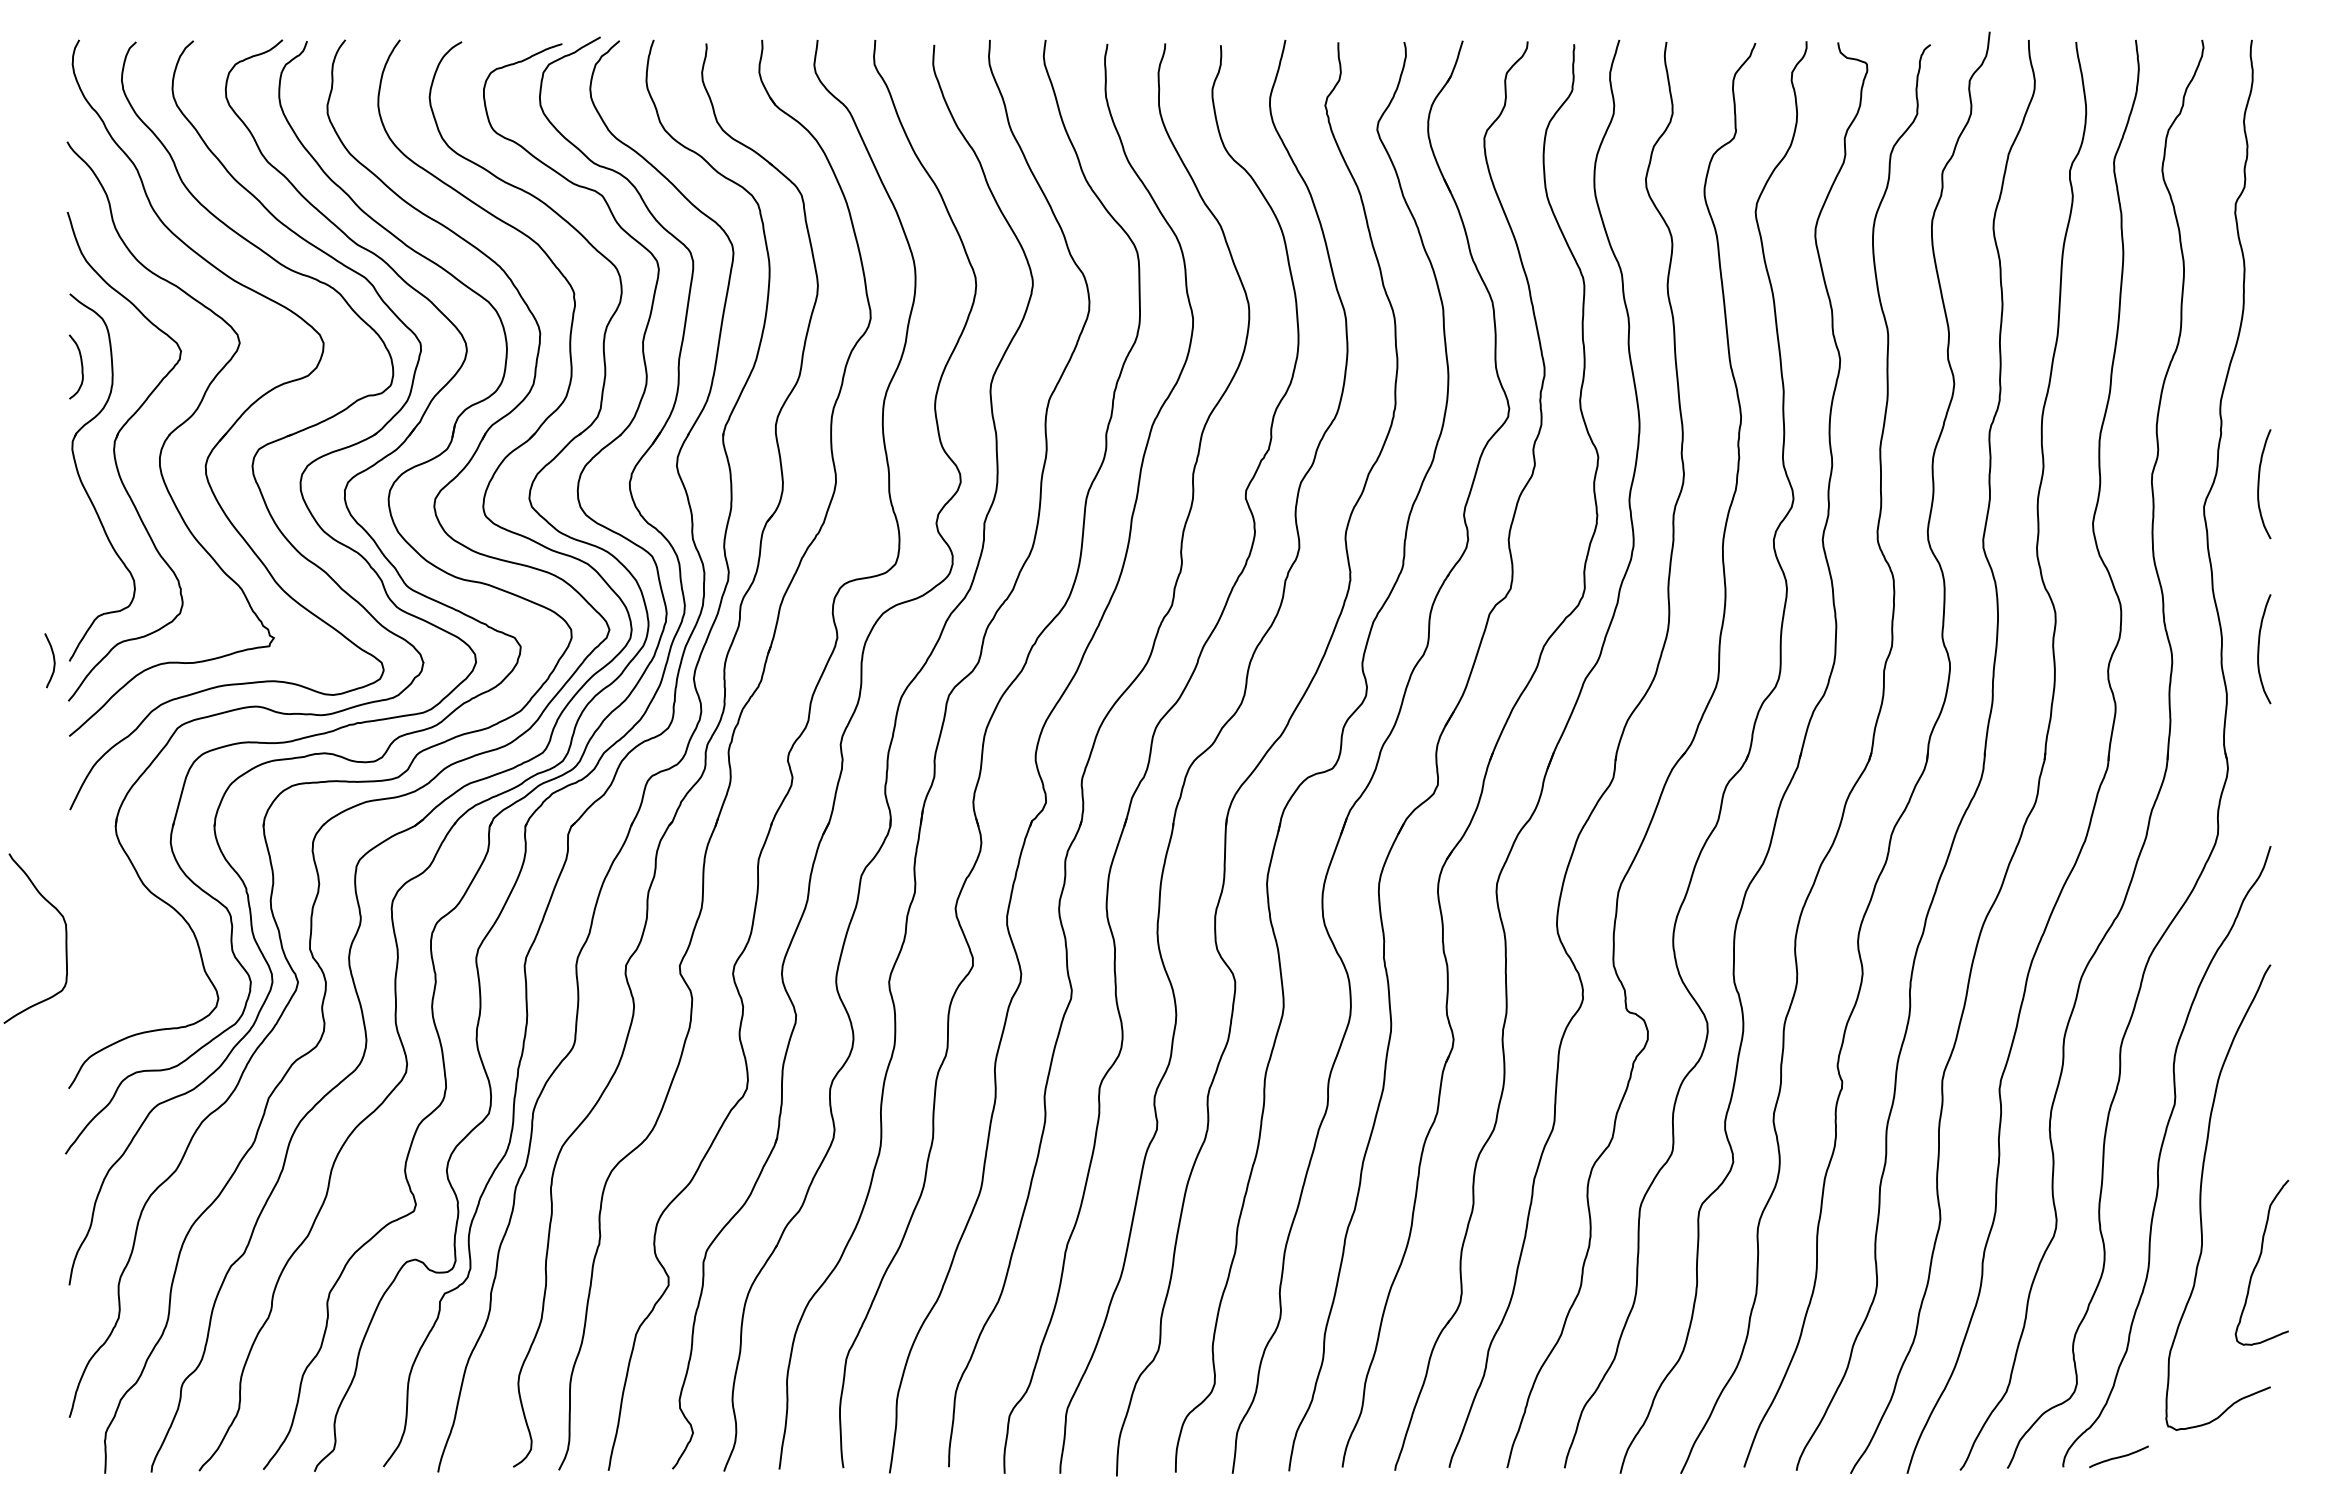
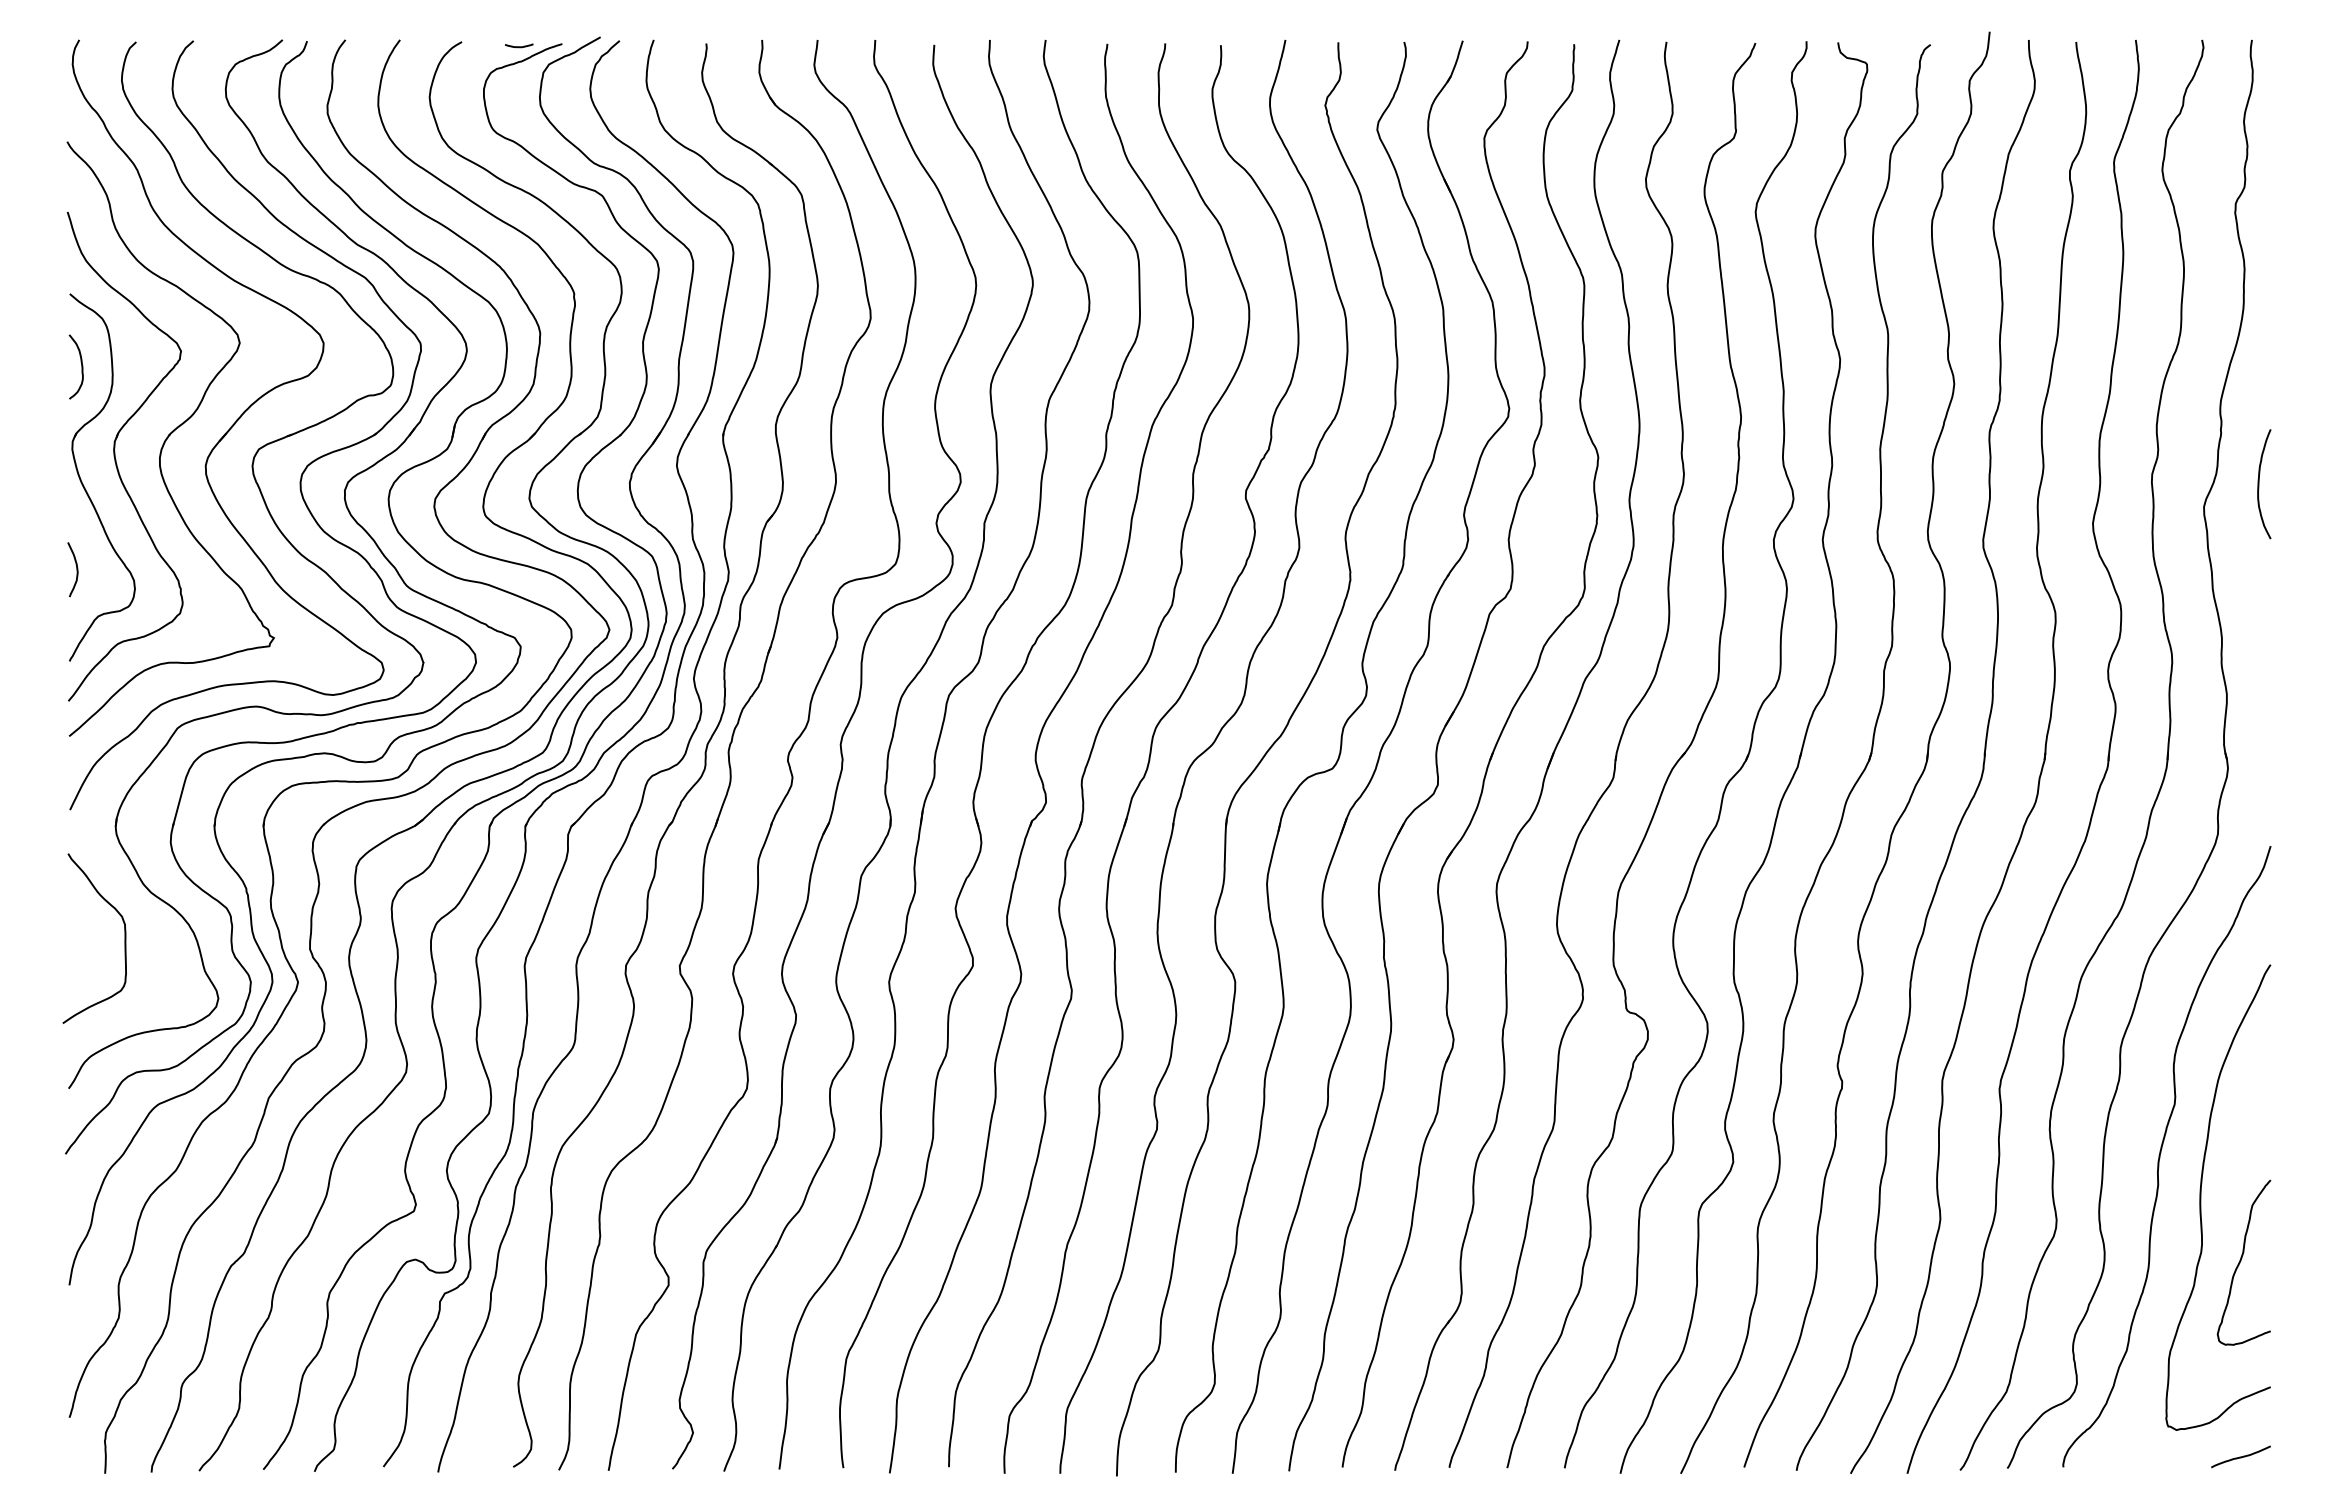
curve at (519, 46): none -> present
curve at (2259, 649): present -> none
curve at (53, 660) position: (53, 660) -> (76, 569)
curve at (65, 938) position: (65, 938) -> (124, 938)
curve at (2259, 1261) position: (2259, 1261) -> (2241, 1261)
curve at (2118, 1456) position: (2118, 1456) -> (2240, 1456)
